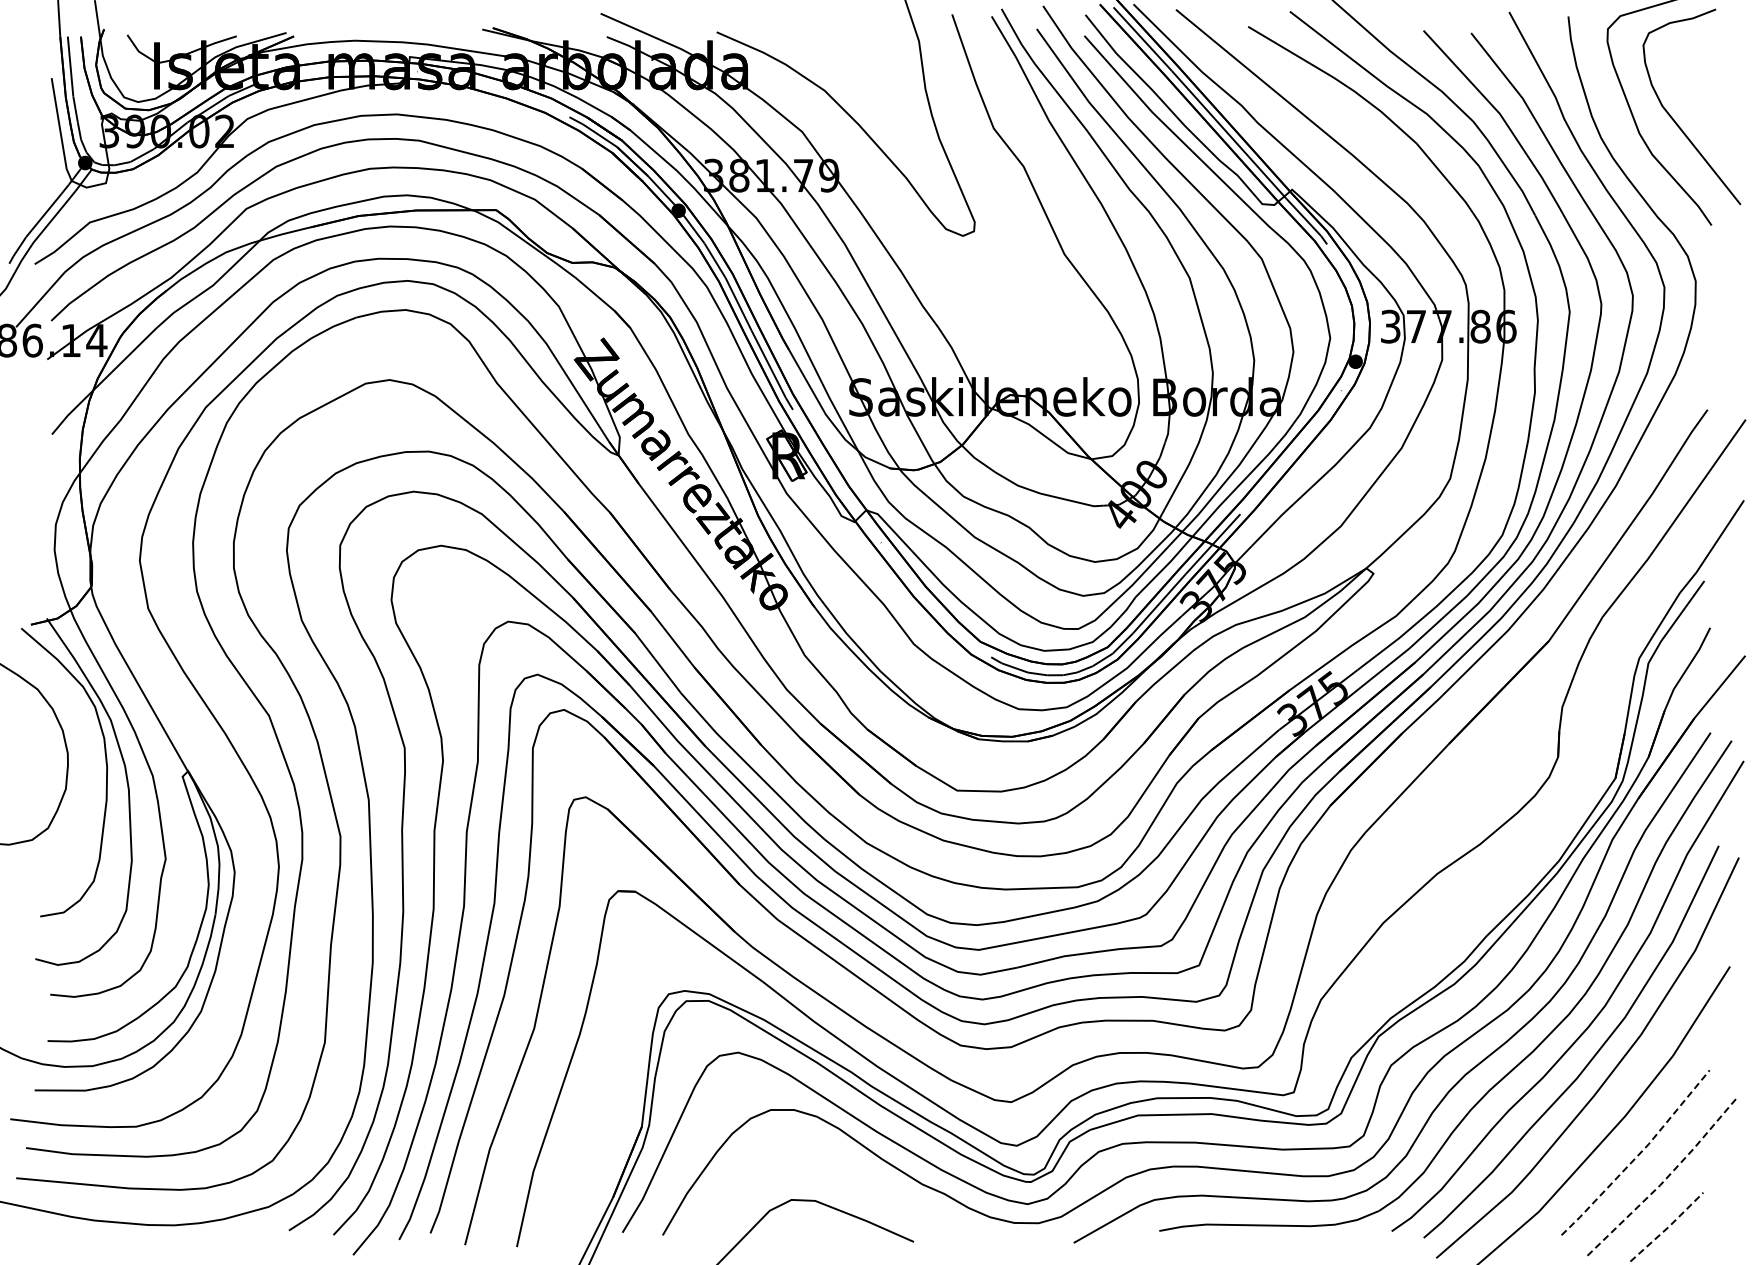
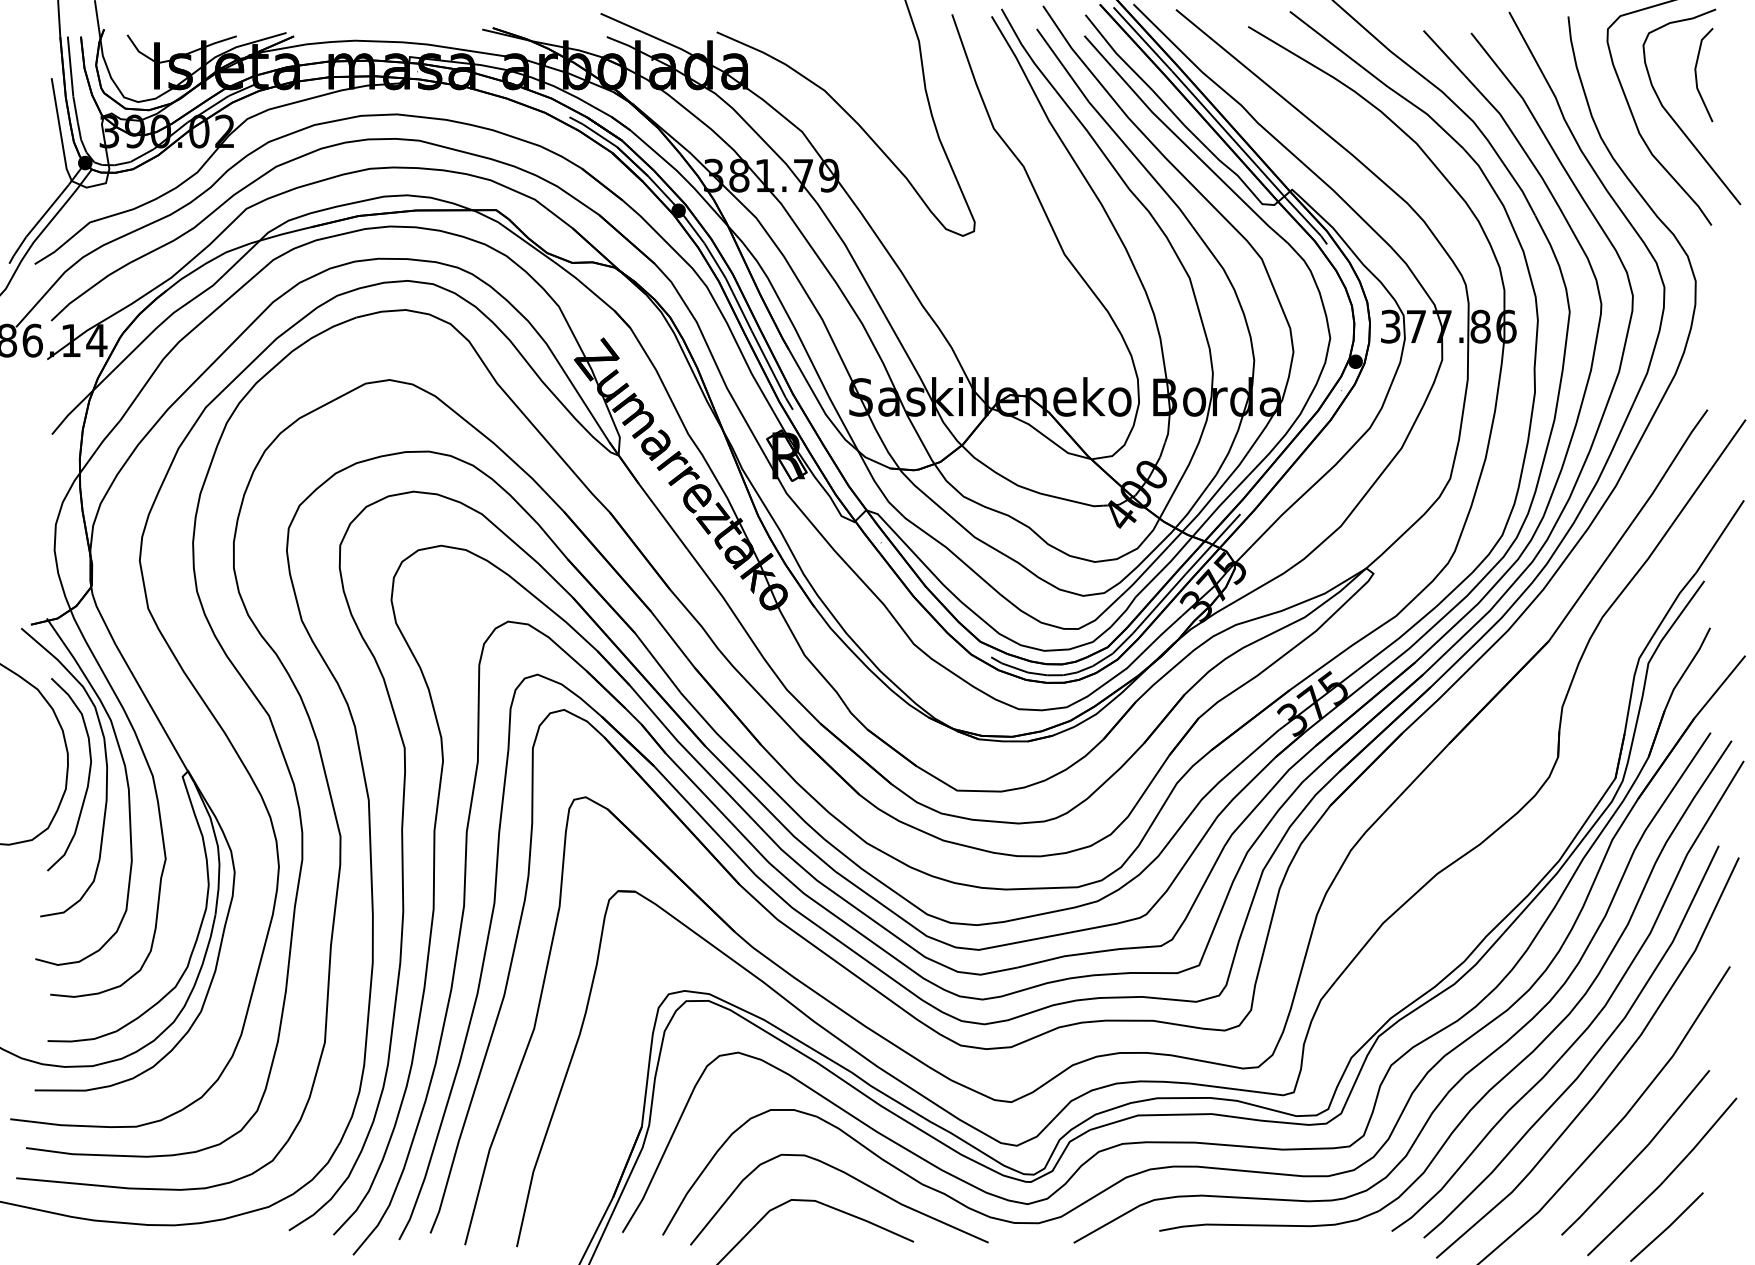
line at (1696, 74): none -> present
curve at (87, 779): none -> present
line at (1638, 1155): dashed -> solid
curve at (852, 1178): none -> present
line at (1665, 1179): dashed -> solid
line at (1668, 1227): dashed -> solid
